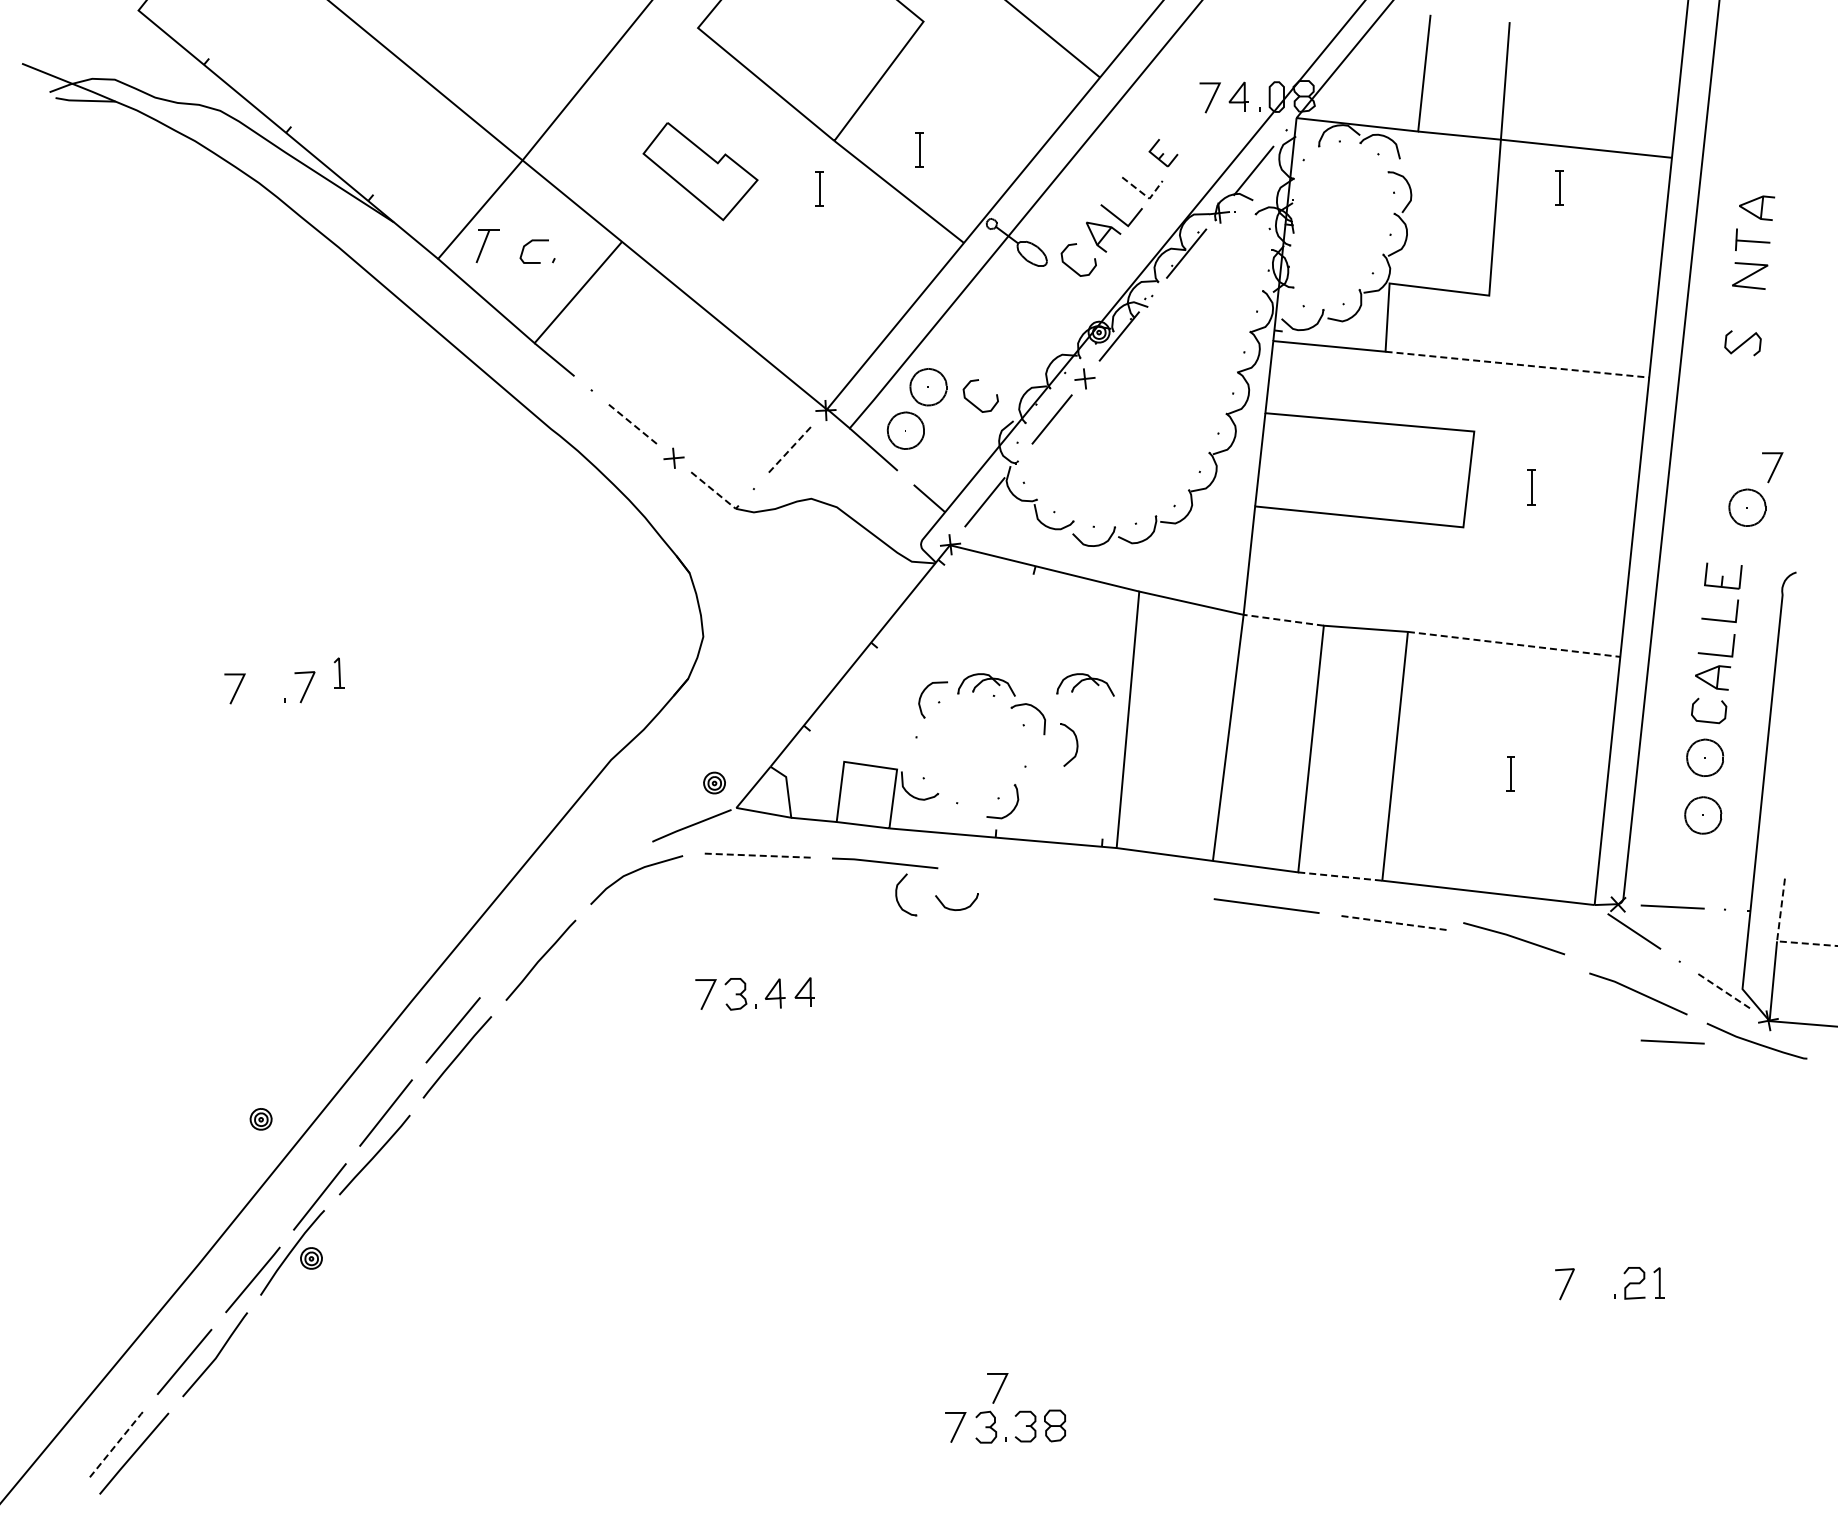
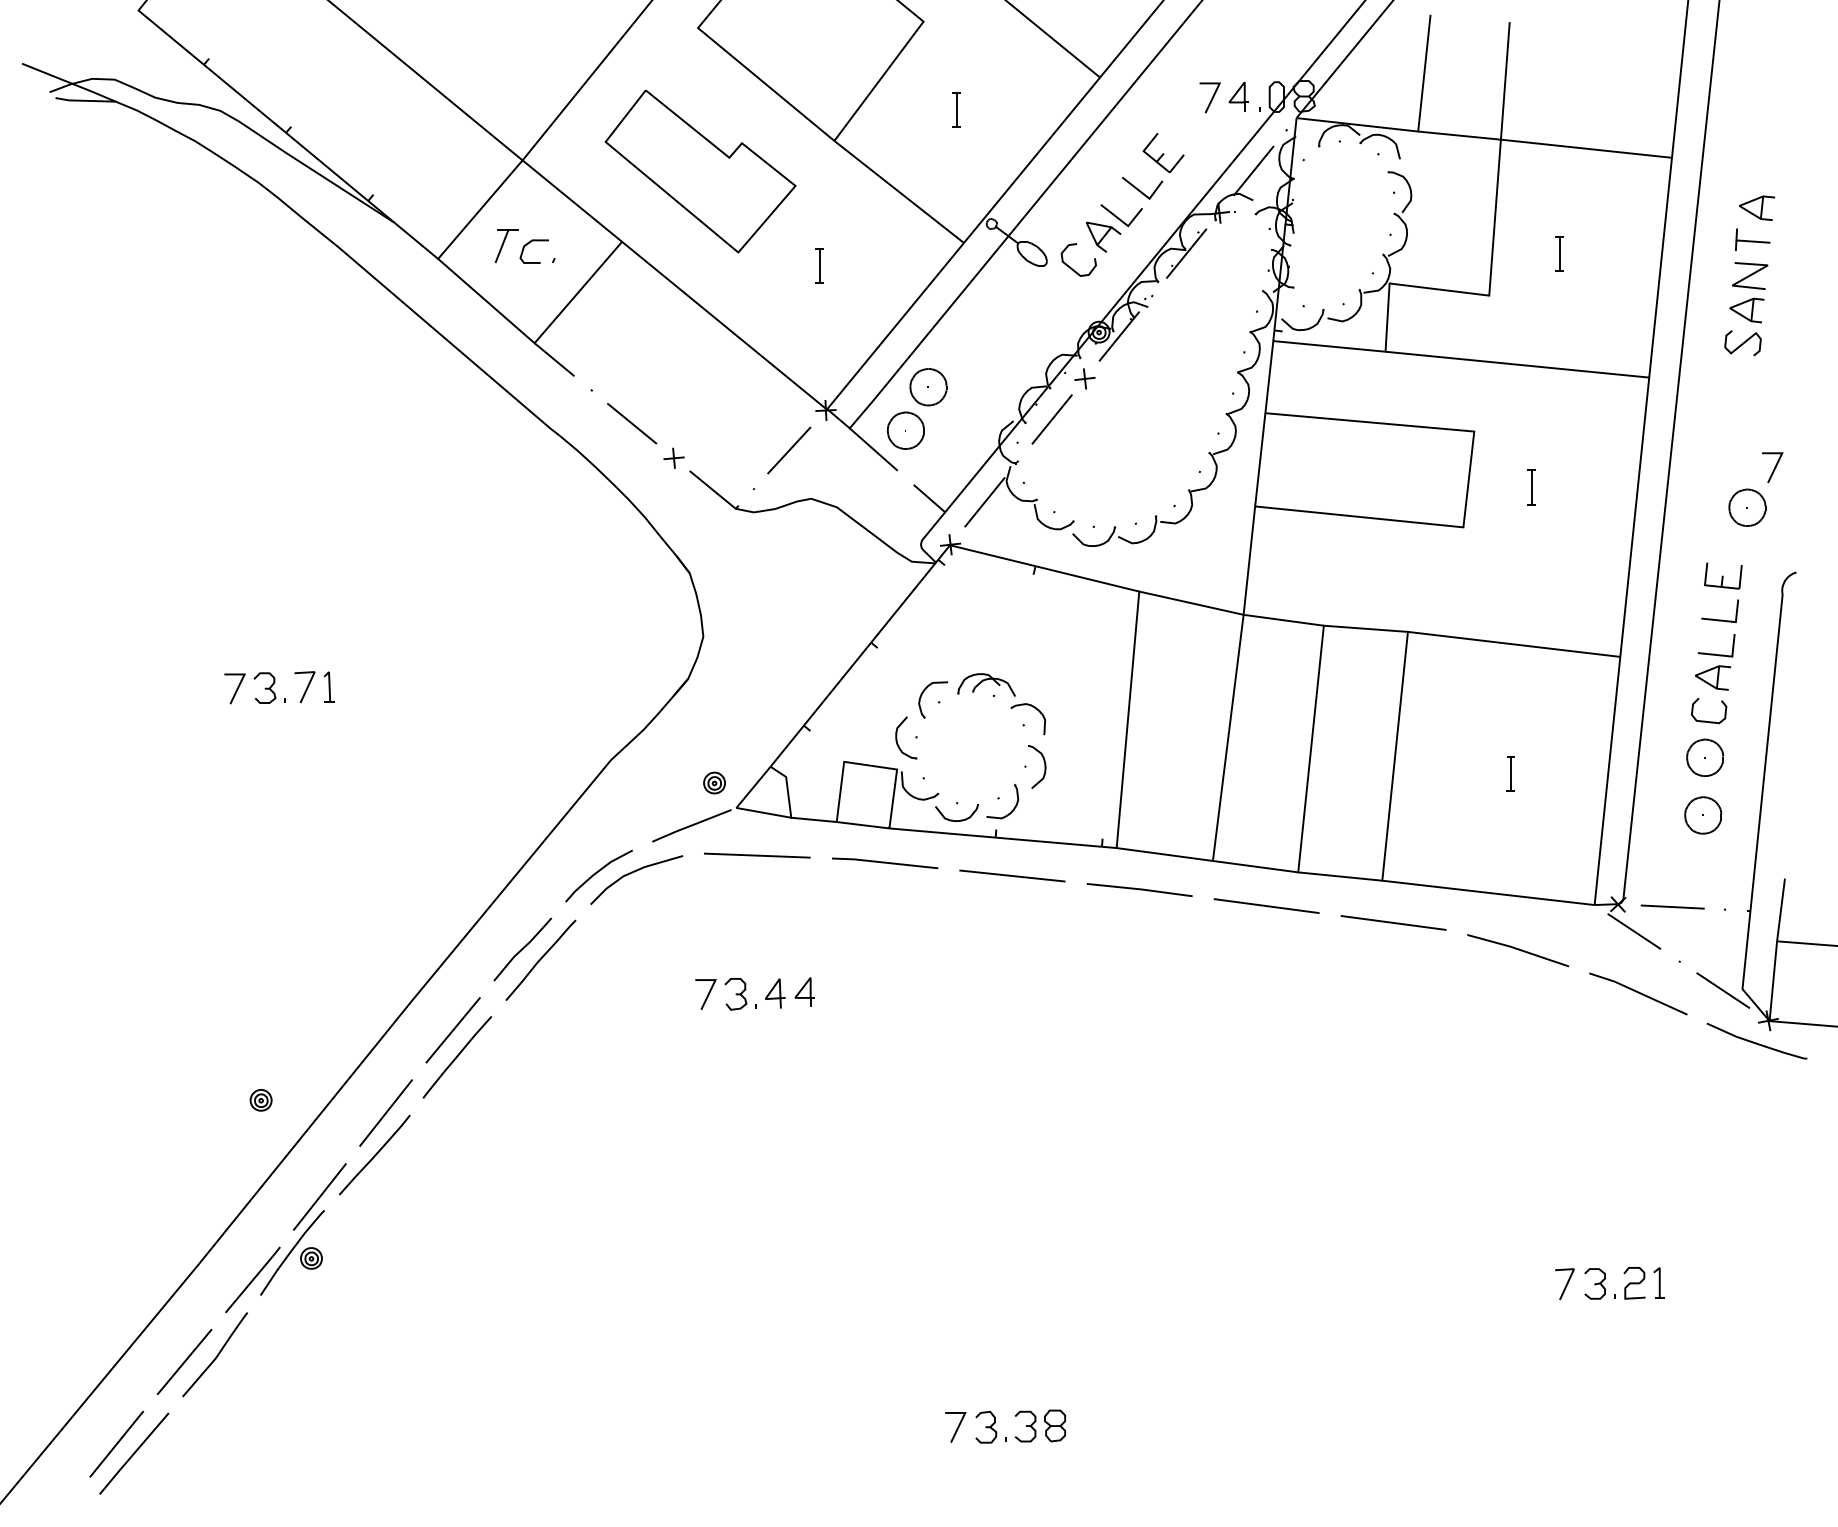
part at (919, 149) position: (919, 149) -> (956, 109)
part at (1163, 153) size: 31x29 px -> 43x40 px
part at (700, 171) size: 117x100 px -> 193x165 px
part at (1559, 187) position: (1559, 187) -> (1559, 253)
part at (819, 188) position: (819, 188) -> (819, 265)
line at (1145, 195): dashed -> solid
part at (487, 246) position: (487, 246) -> (506, 246)
part at (1746, 310): none -> present
line at (1517, 364): dashed -> solid
curve at (972, 402): present -> none
line at (632, 423): dashed -> solid
line at (789, 450): dashed -> solid
line at (715, 491): dashed -> solid
line at (1283, 620): dashed -> solid
line at (1514, 644): dashed -> solid
part at (338, 672) position: (338, 672) -> (328, 686)
part at (1085, 684): present -> none
part at (264, 687): none -> present
part at (1076, 744) position: (1076, 744) -> (1044, 766)
line at (756, 855): dashed -> solid
line at (597, 873): none -> present
line at (1012, 875): none -> present
line at (1340, 876): dashed -> solid
line at (1139, 889): none -> present
part at (897, 894) position: (897, 894) -> (897, 737)
part at (956, 909) position: (956, 909) -> (956, 820)
line at (1393, 922): dashed -> solid
line at (1514, 938) position: (1514, 938) -> (1518, 950)
line at (1777, 940): dashed -> solid
line at (522, 949): none -> present
line at (1722, 990): dashed -> solid
line at (1672, 1041): present -> none
part at (260, 1119) position: (260, 1119) -> (260, 1100)
part at (1594, 1283): none -> present
line at (998, 1389): present -> none
line at (117, 1443): dashed -> solid
